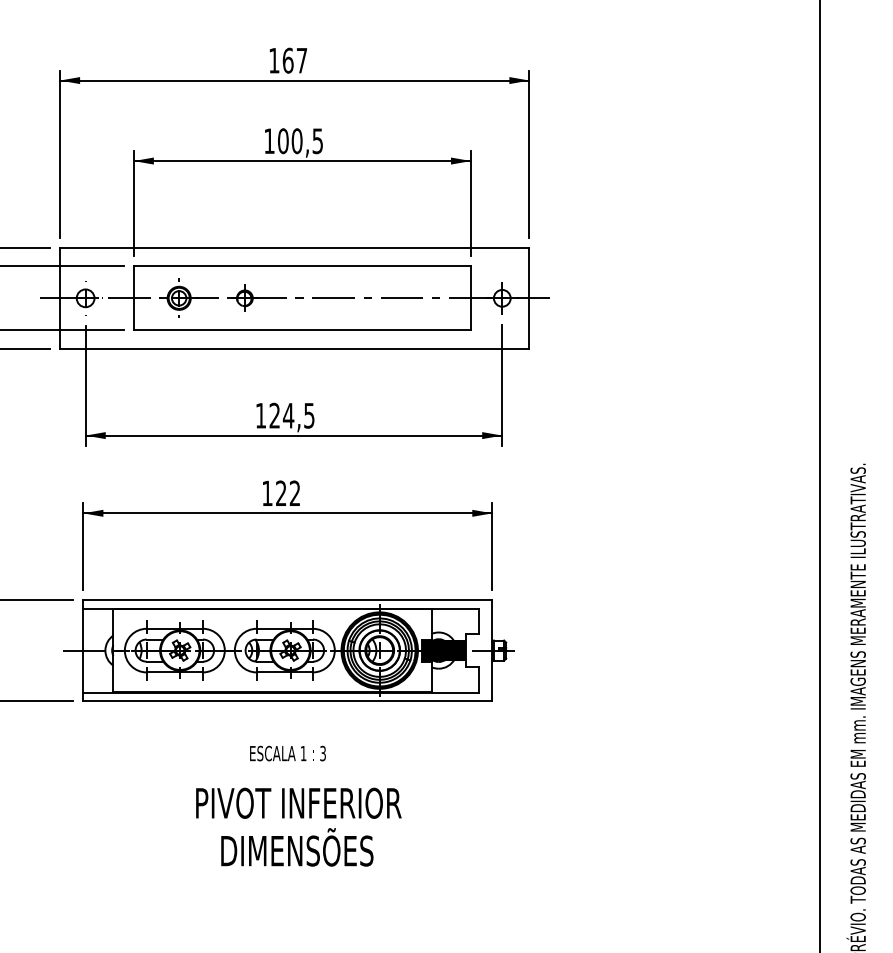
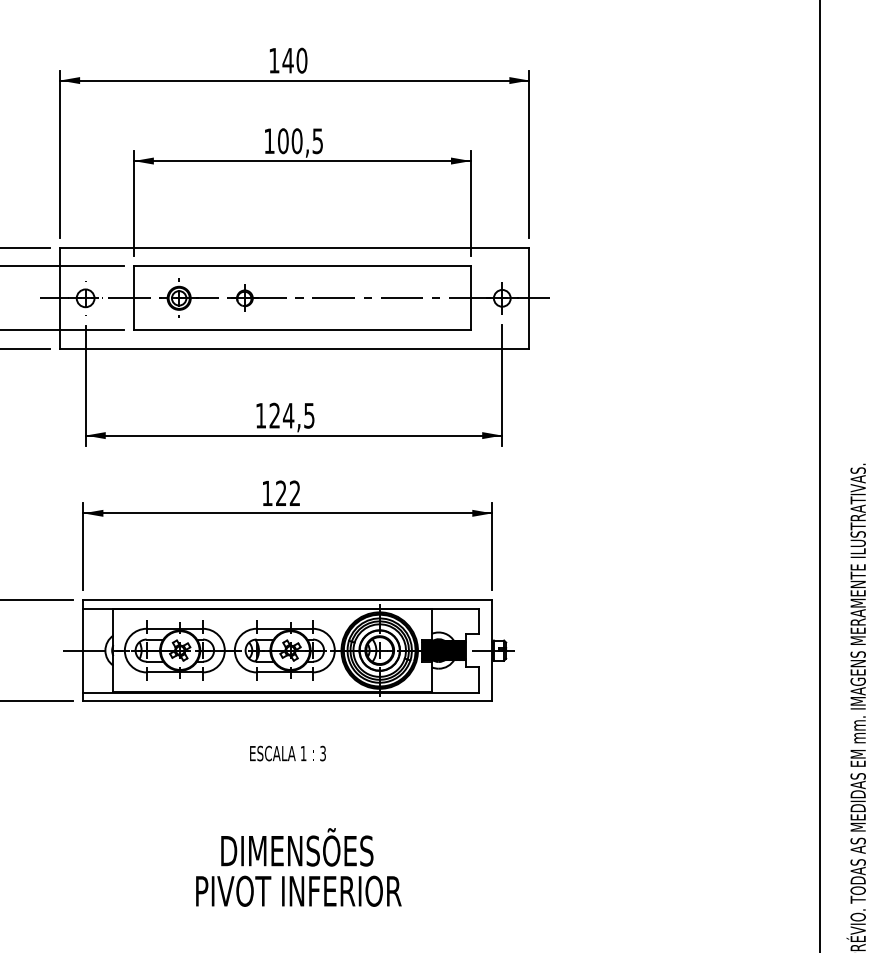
text at (294, 60): 167 -> 140
text at (298, 802) position: (298, 802) -> (298, 890)
